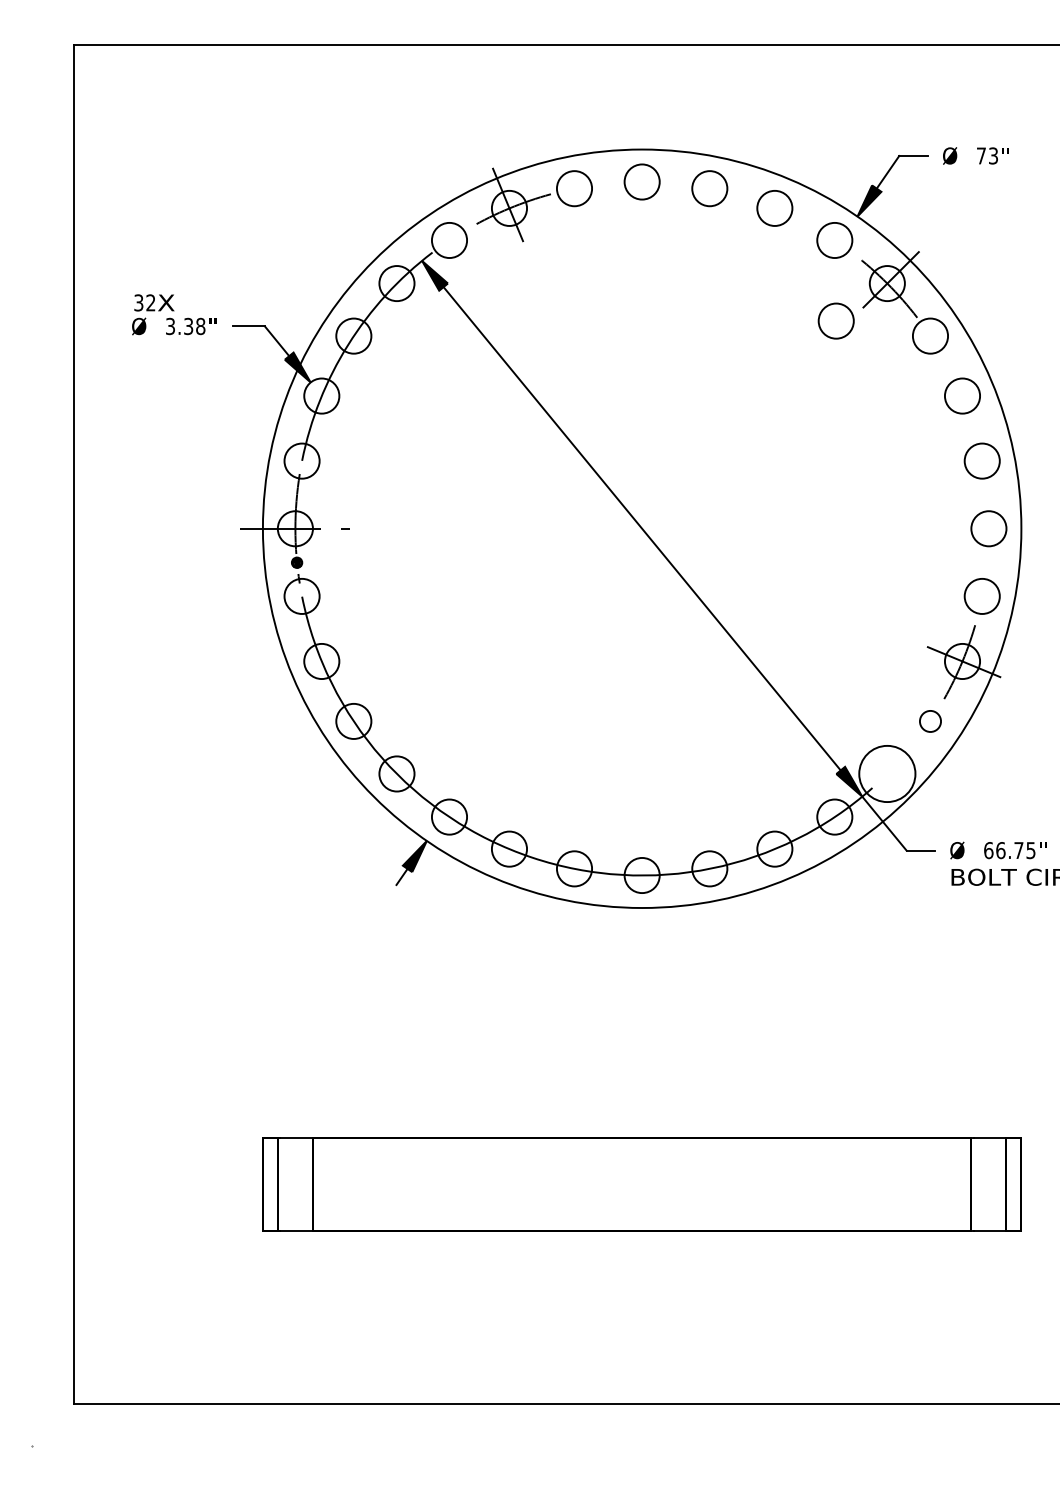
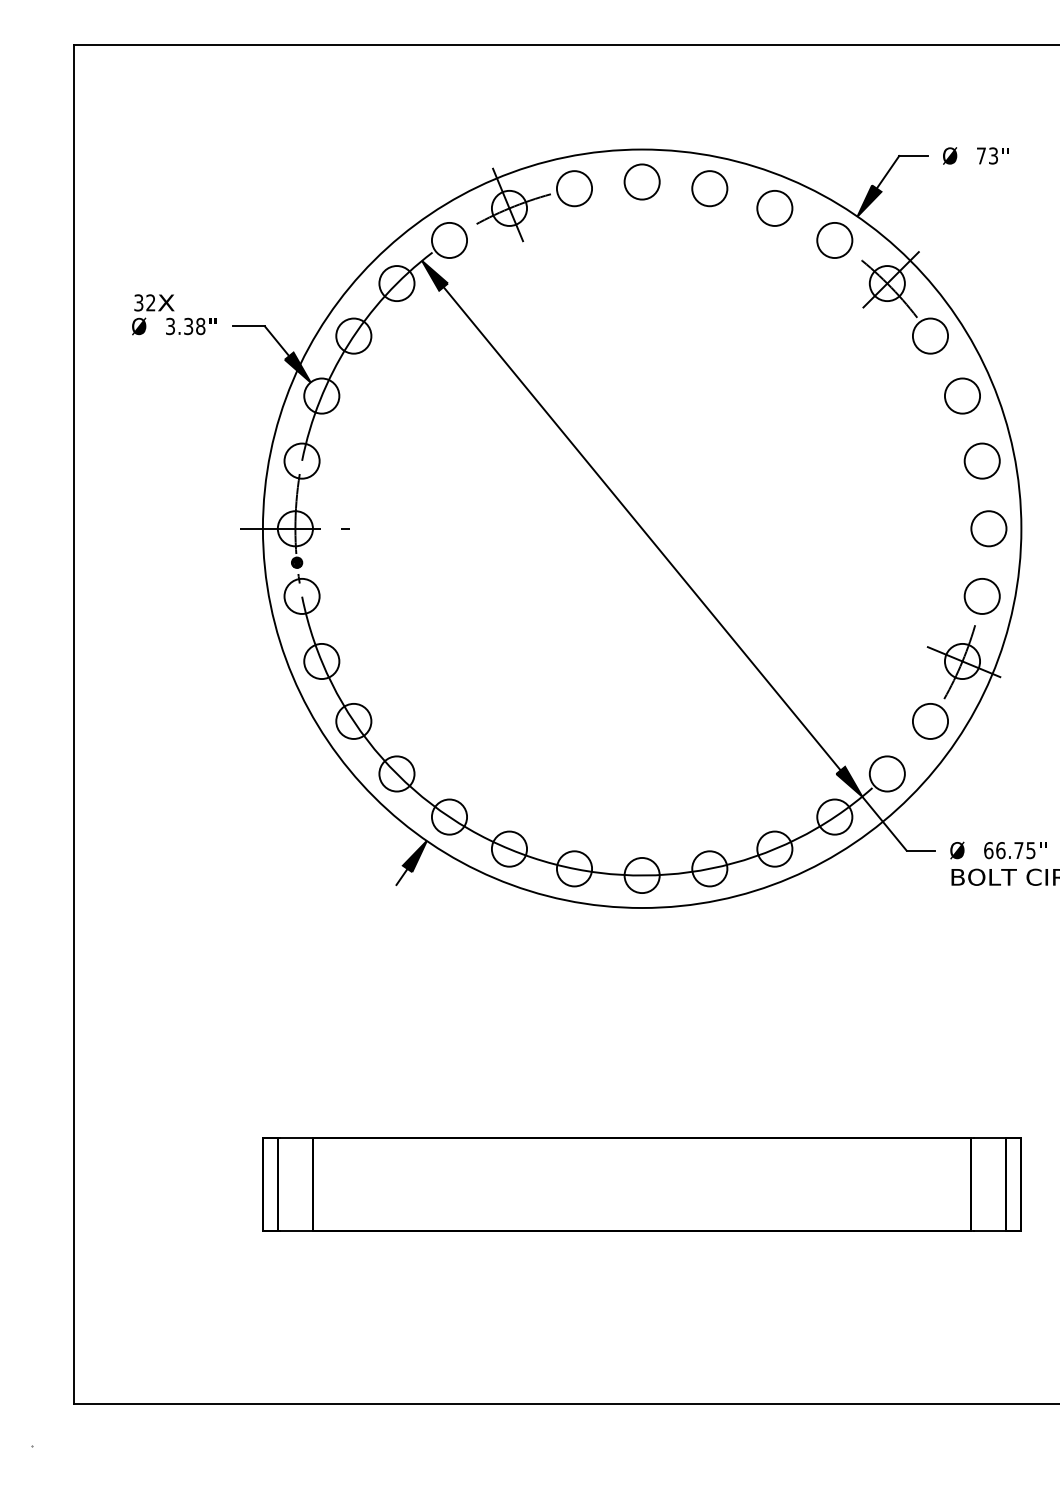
circle at (835, 320): present -> none
circle at (930, 721) size: 23x23 px -> 37x37 px
circle at (887, 773) diameter: 56 px -> 35 px
